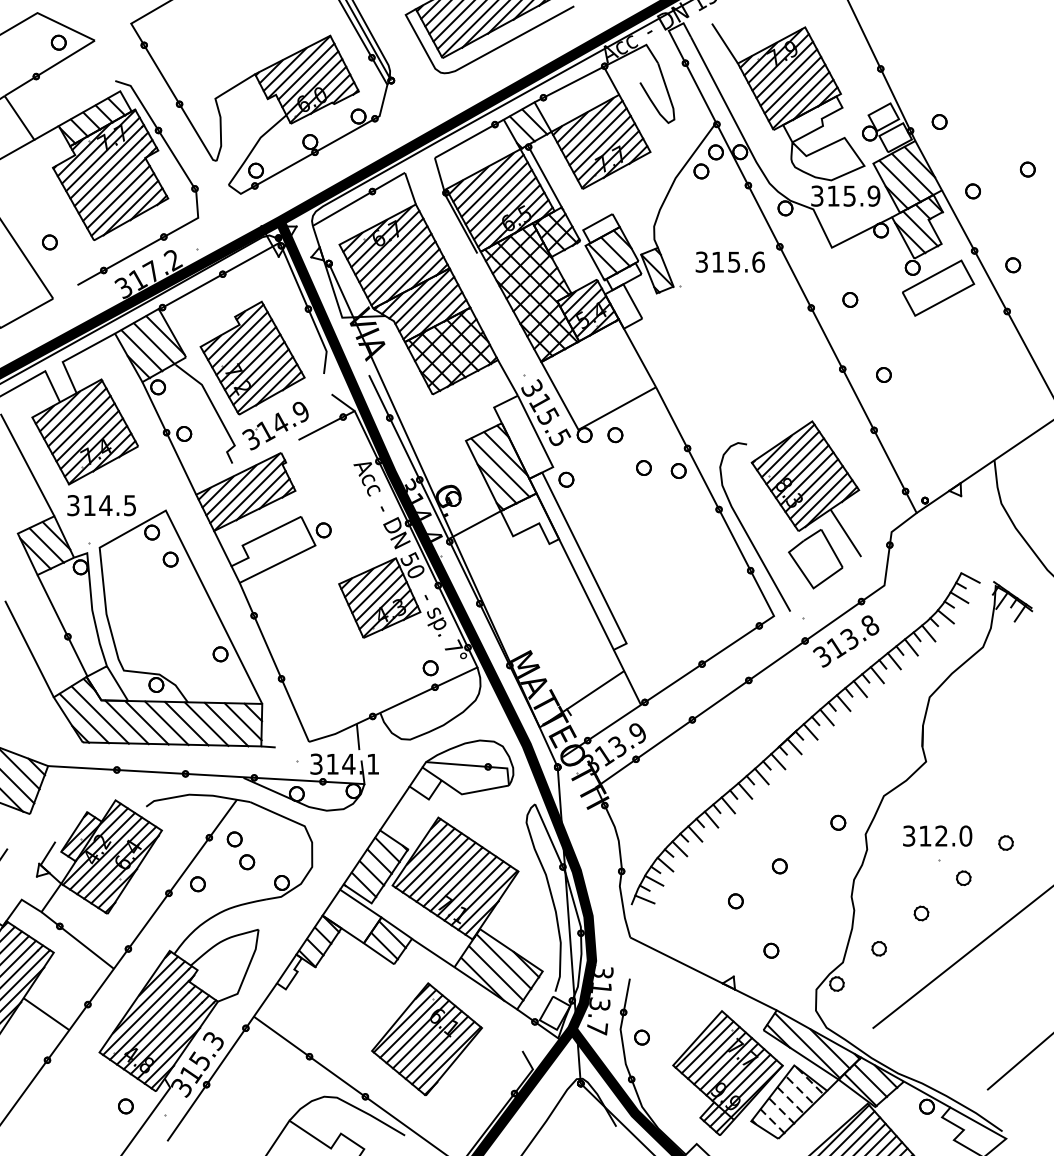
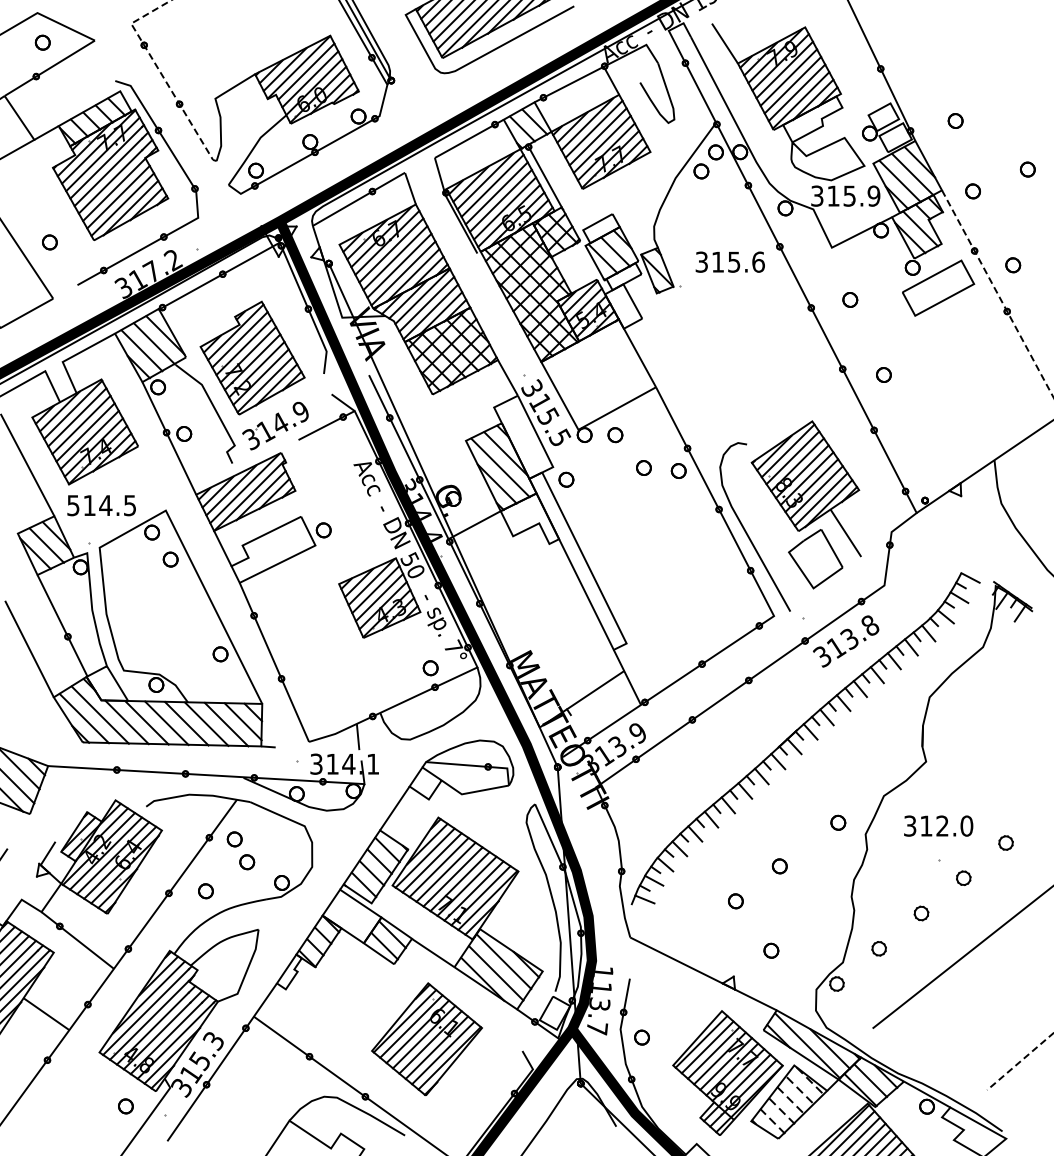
part at (58, 42) position: (58, 42) -> (42, 42)
line at (161, 73): solid -> dashed
part at (939, 121) position: (939, 121) -> (955, 120)
line at (998, 294): solid -> dashed
text at (73, 505): 314.5 -> 514.5
text at (937, 835) position: (937, 835) -> (938, 825)
part at (197, 884) position: (197, 884) -> (205, 891)
text at (603, 971): 313.7 -> 113.7
line at (1020, 1061): solid -> dashed
